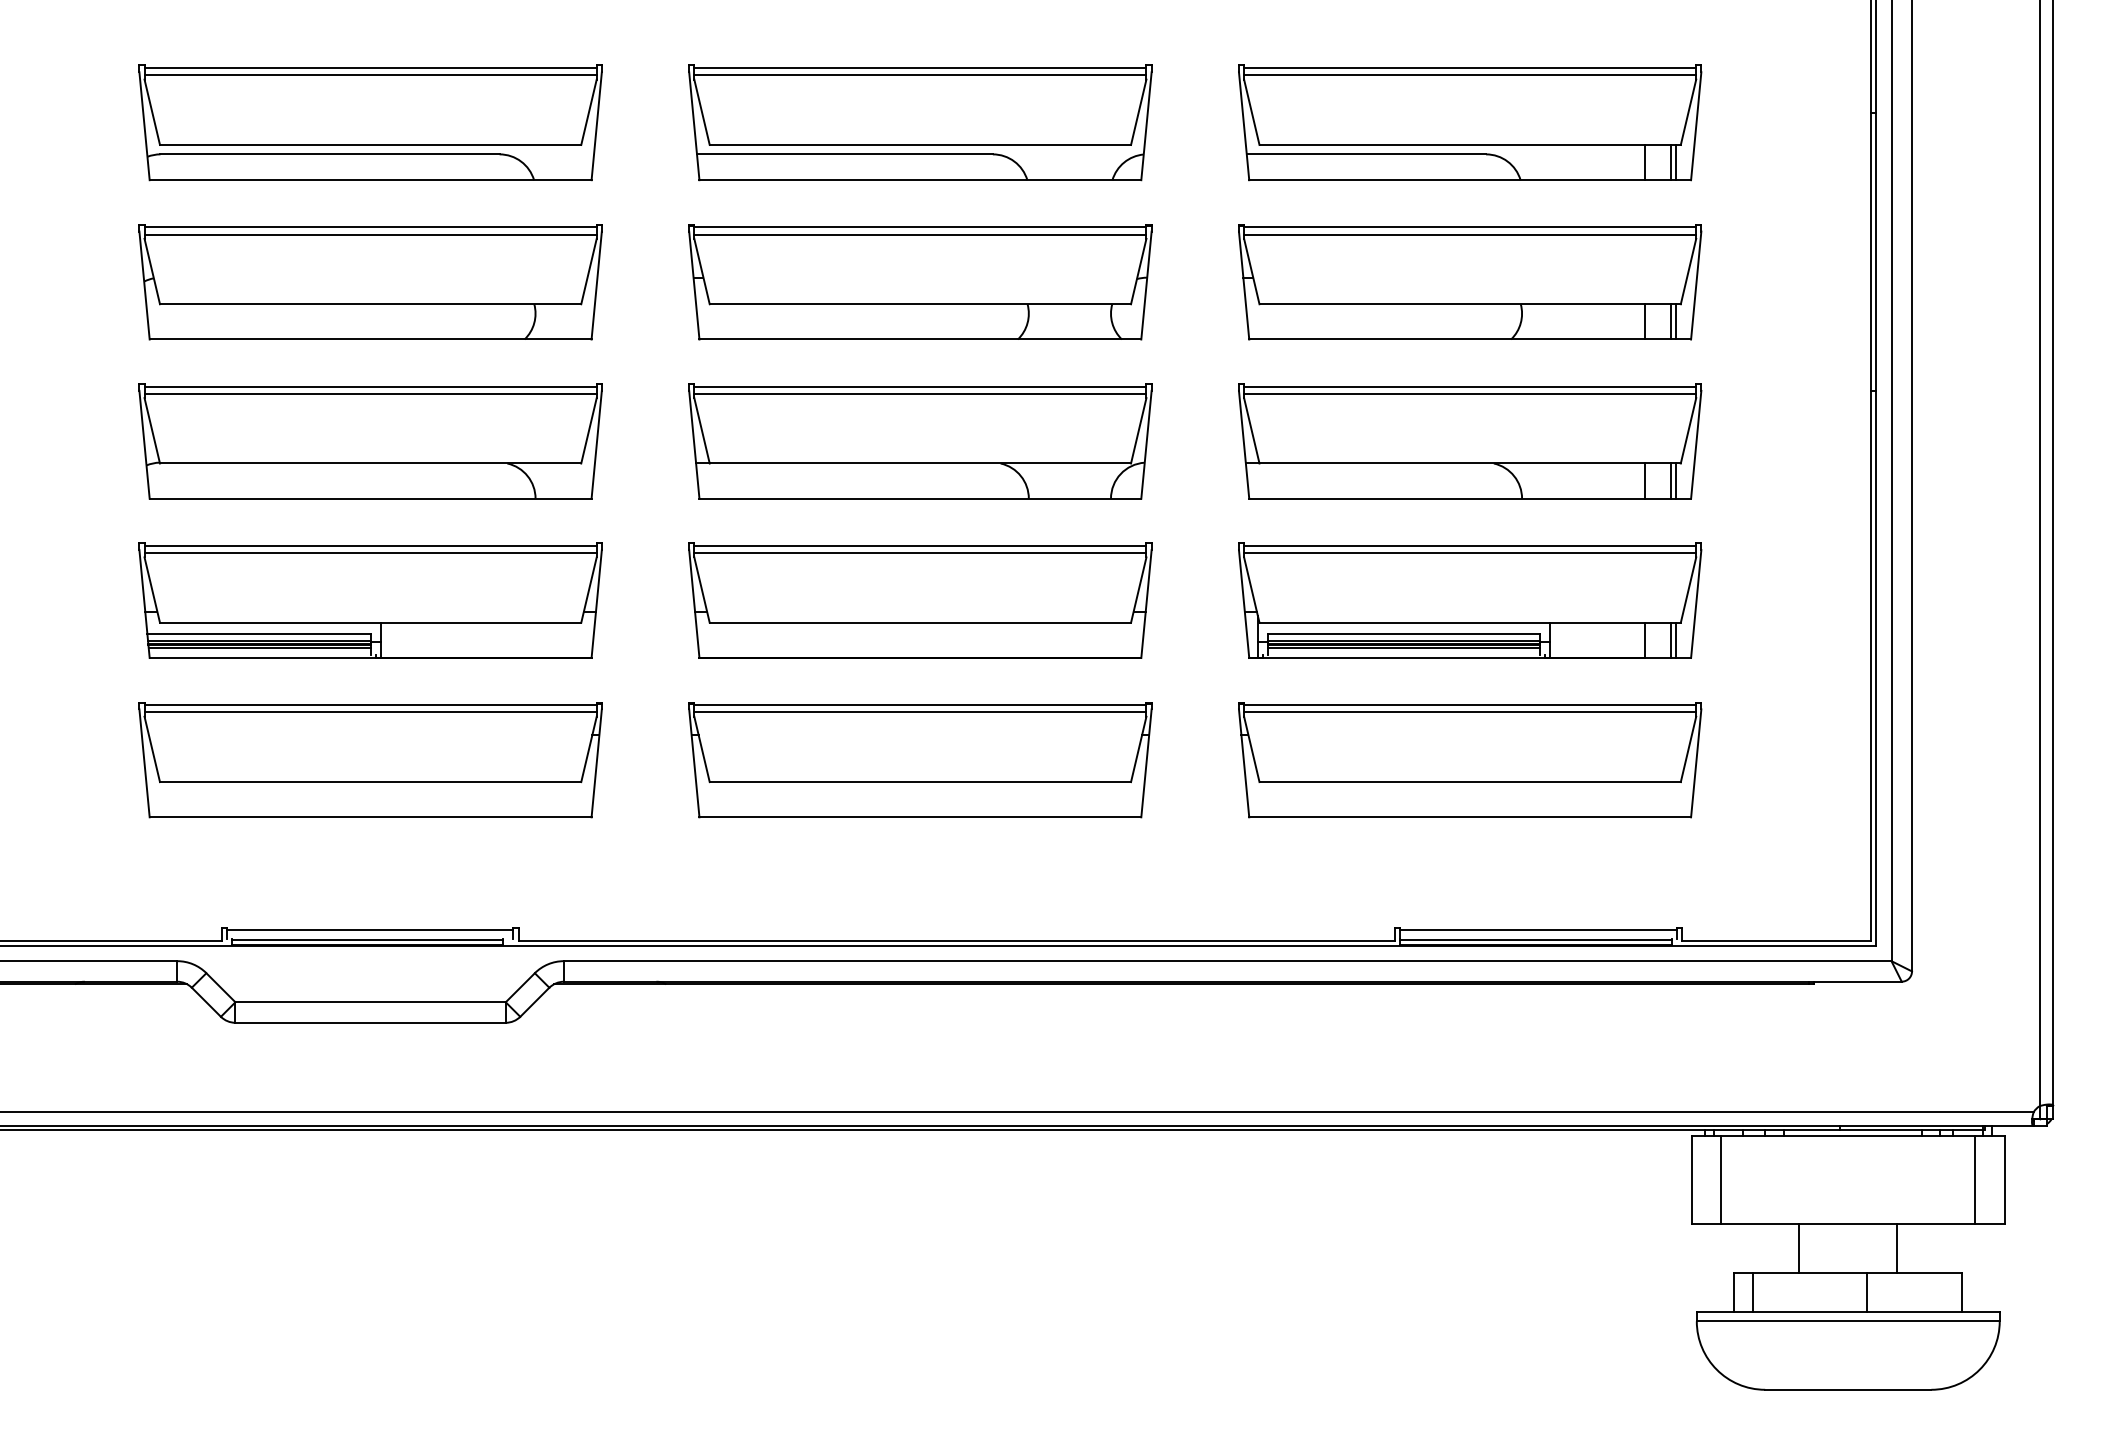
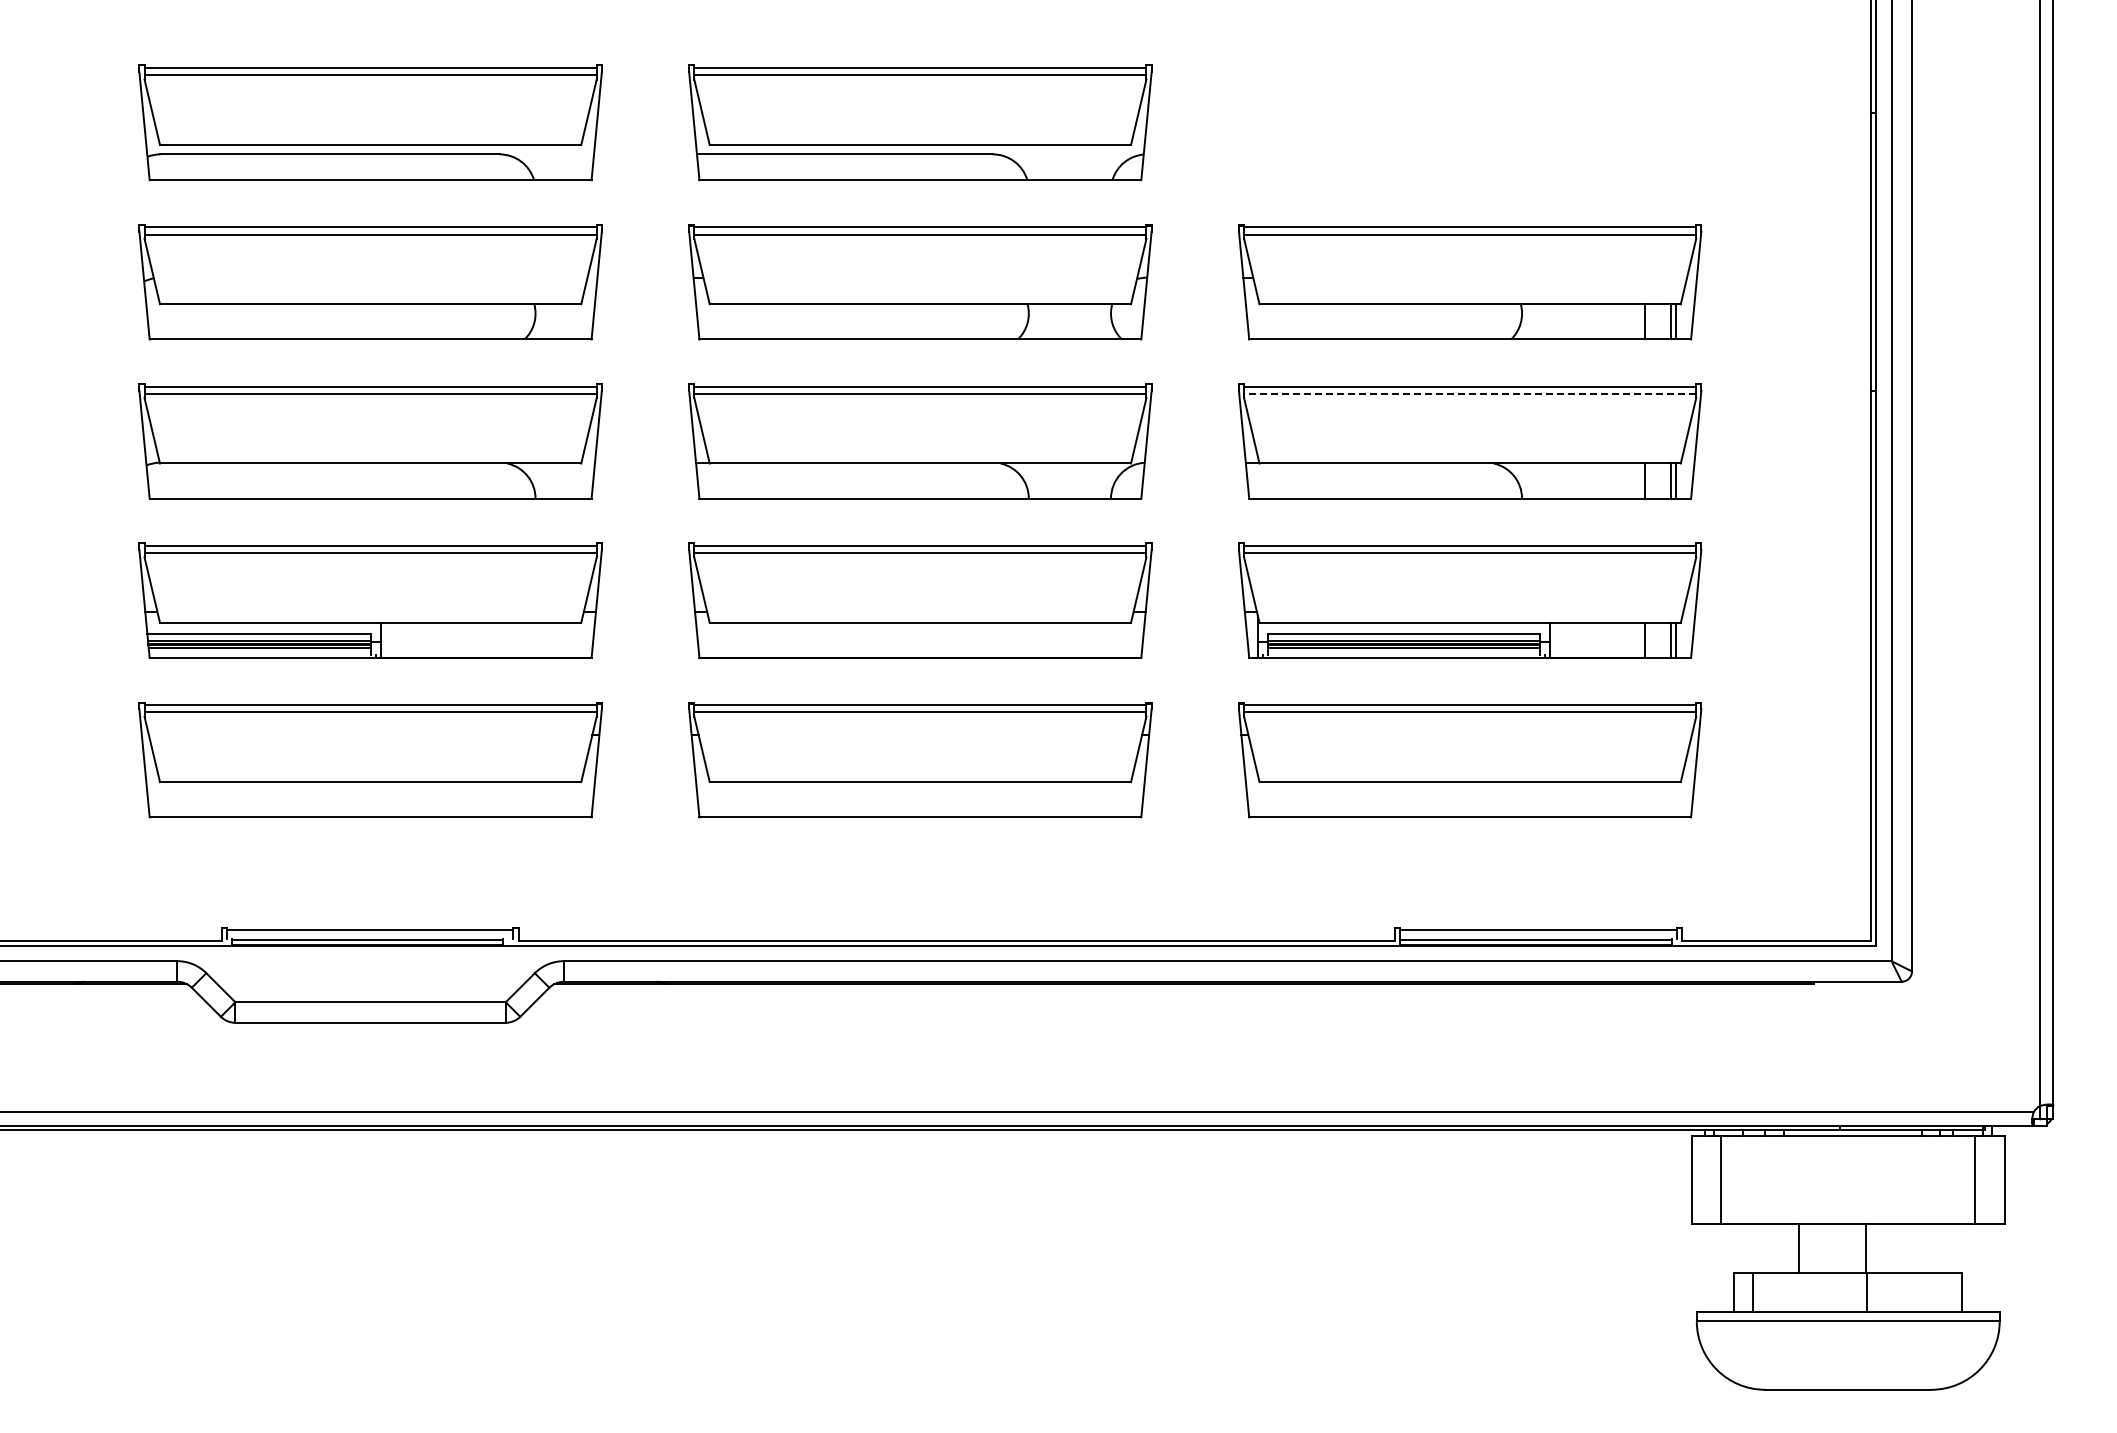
part at (1470, 122): present -> none
line at (1469, 393): solid -> dashed
line at (1897, 1247) position: (1897, 1247) -> (1866, 1247)
